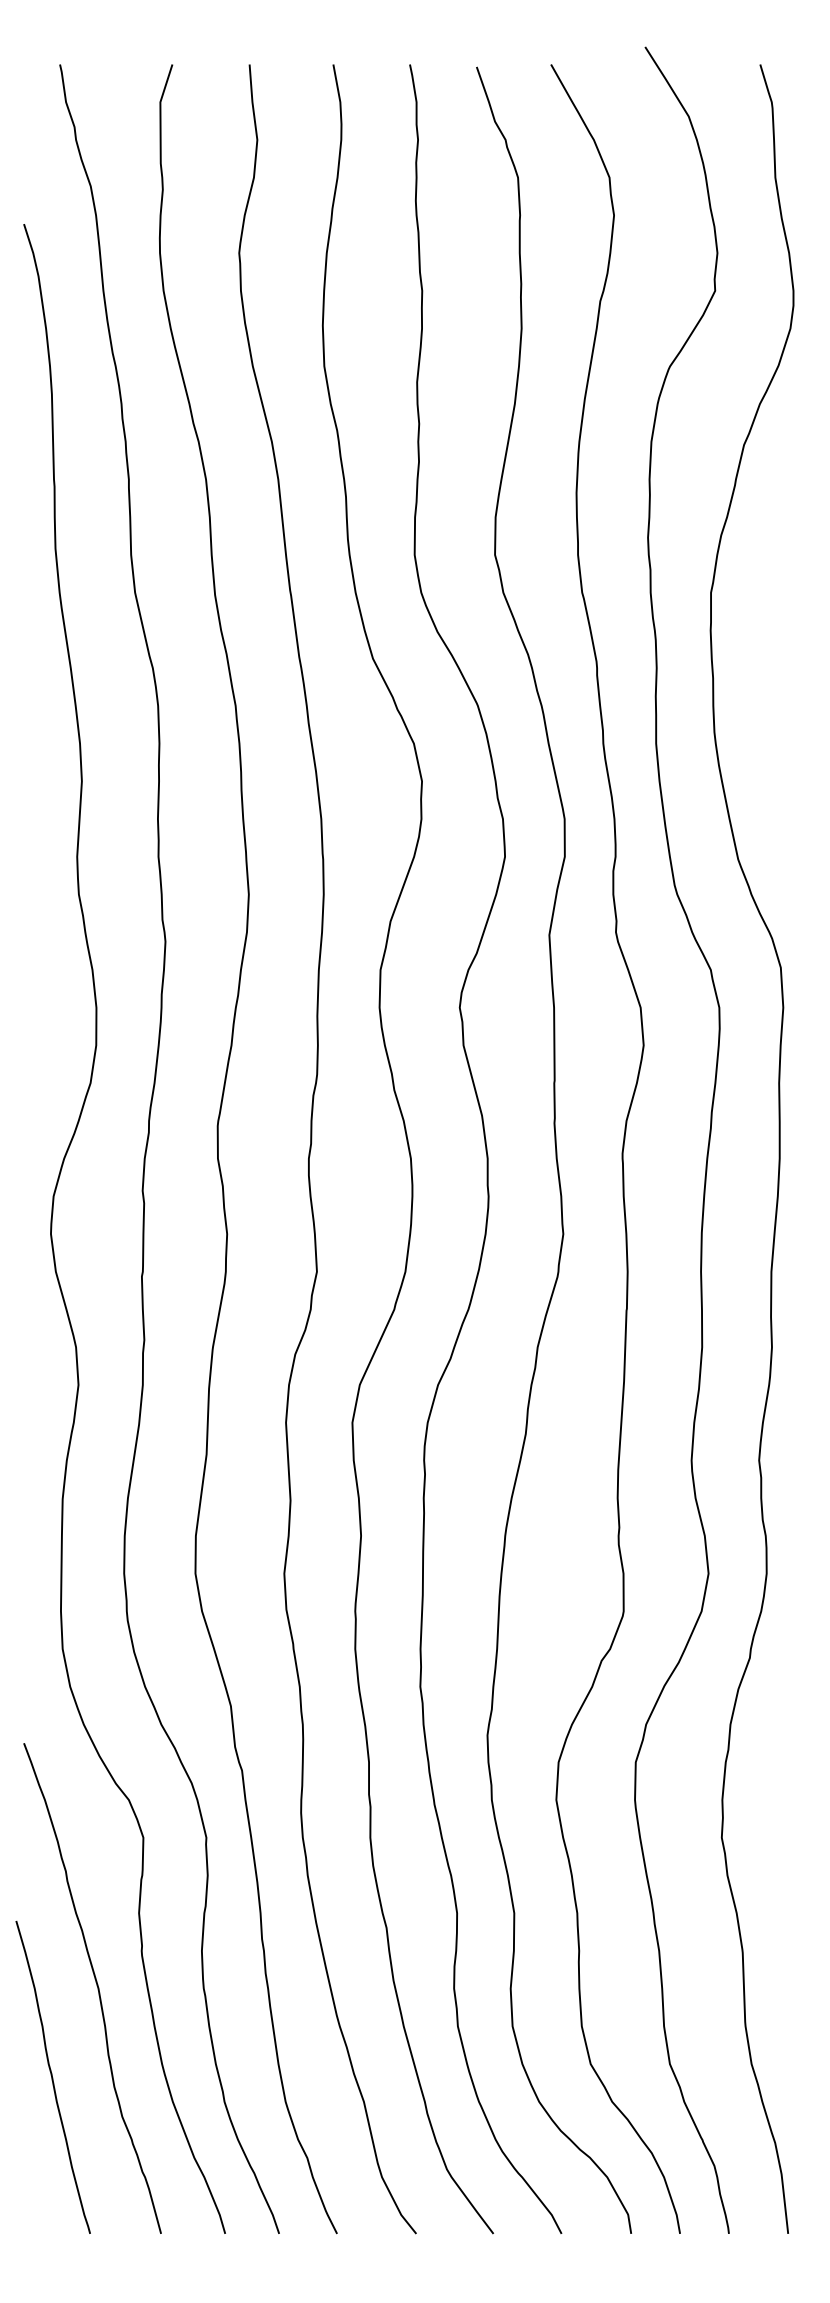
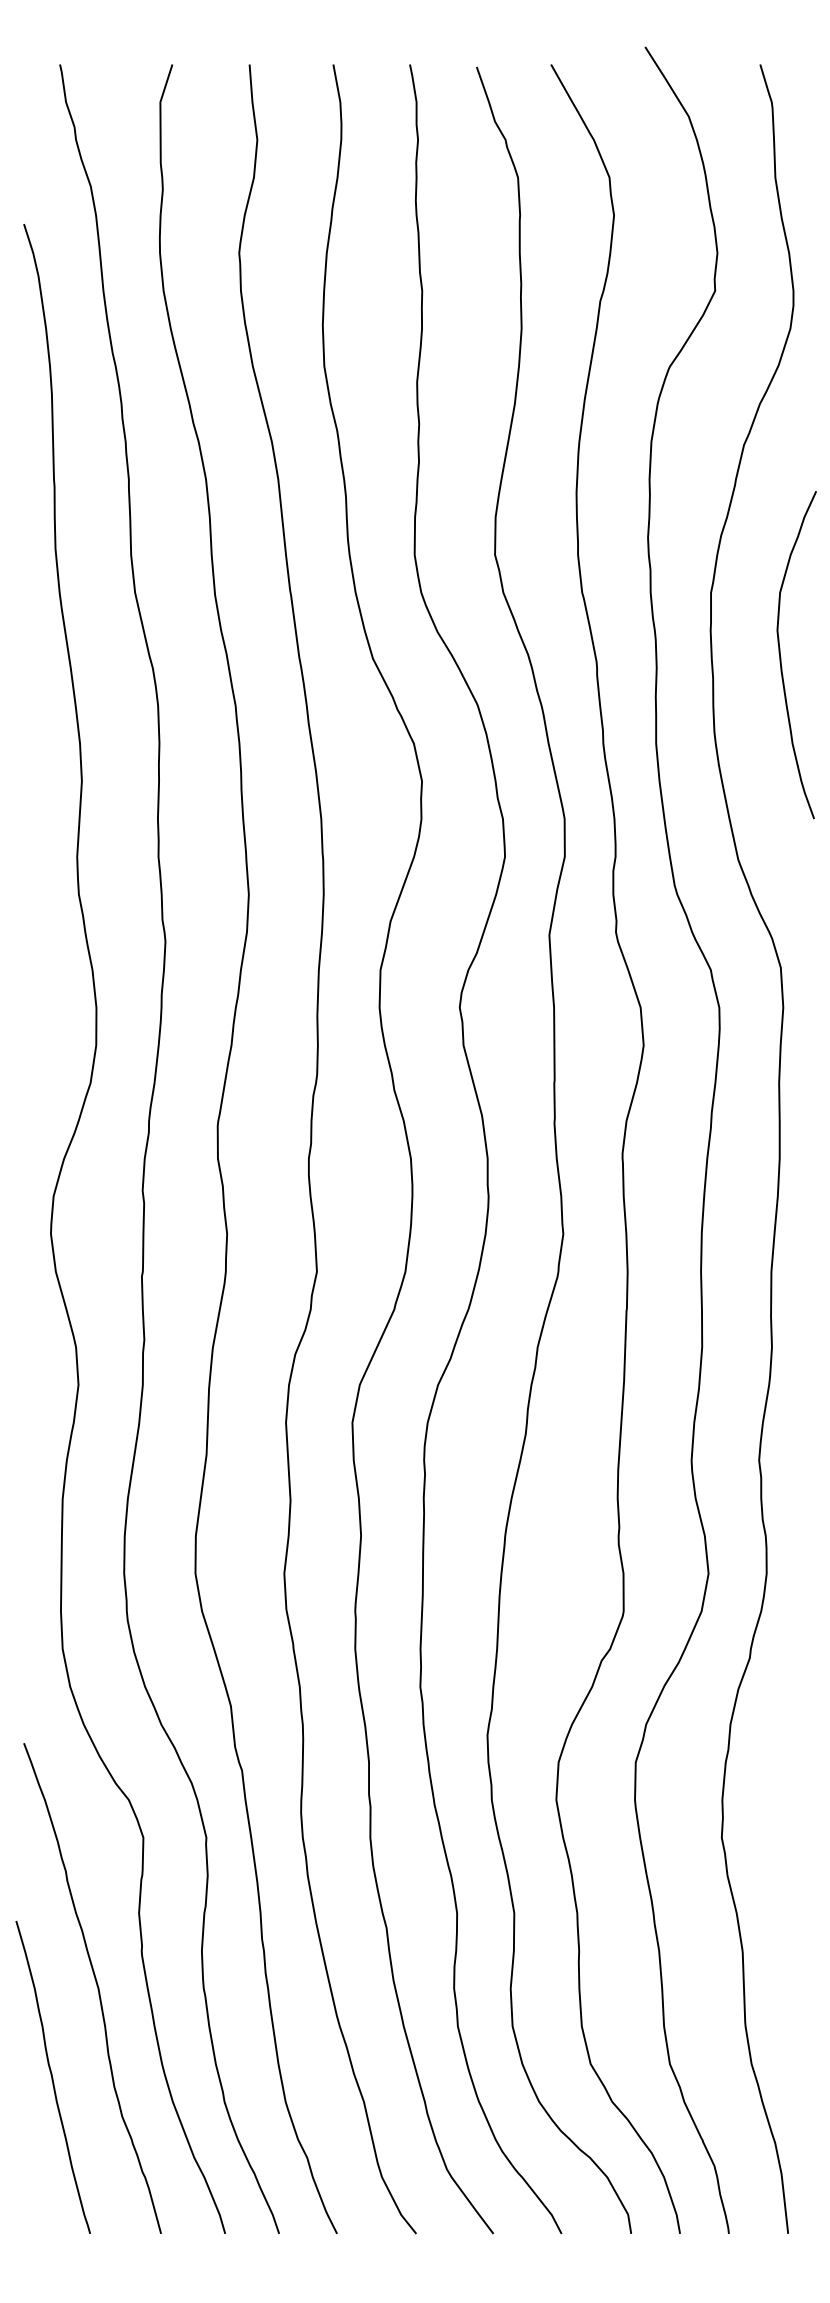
curve at (781, 657): none -> present
